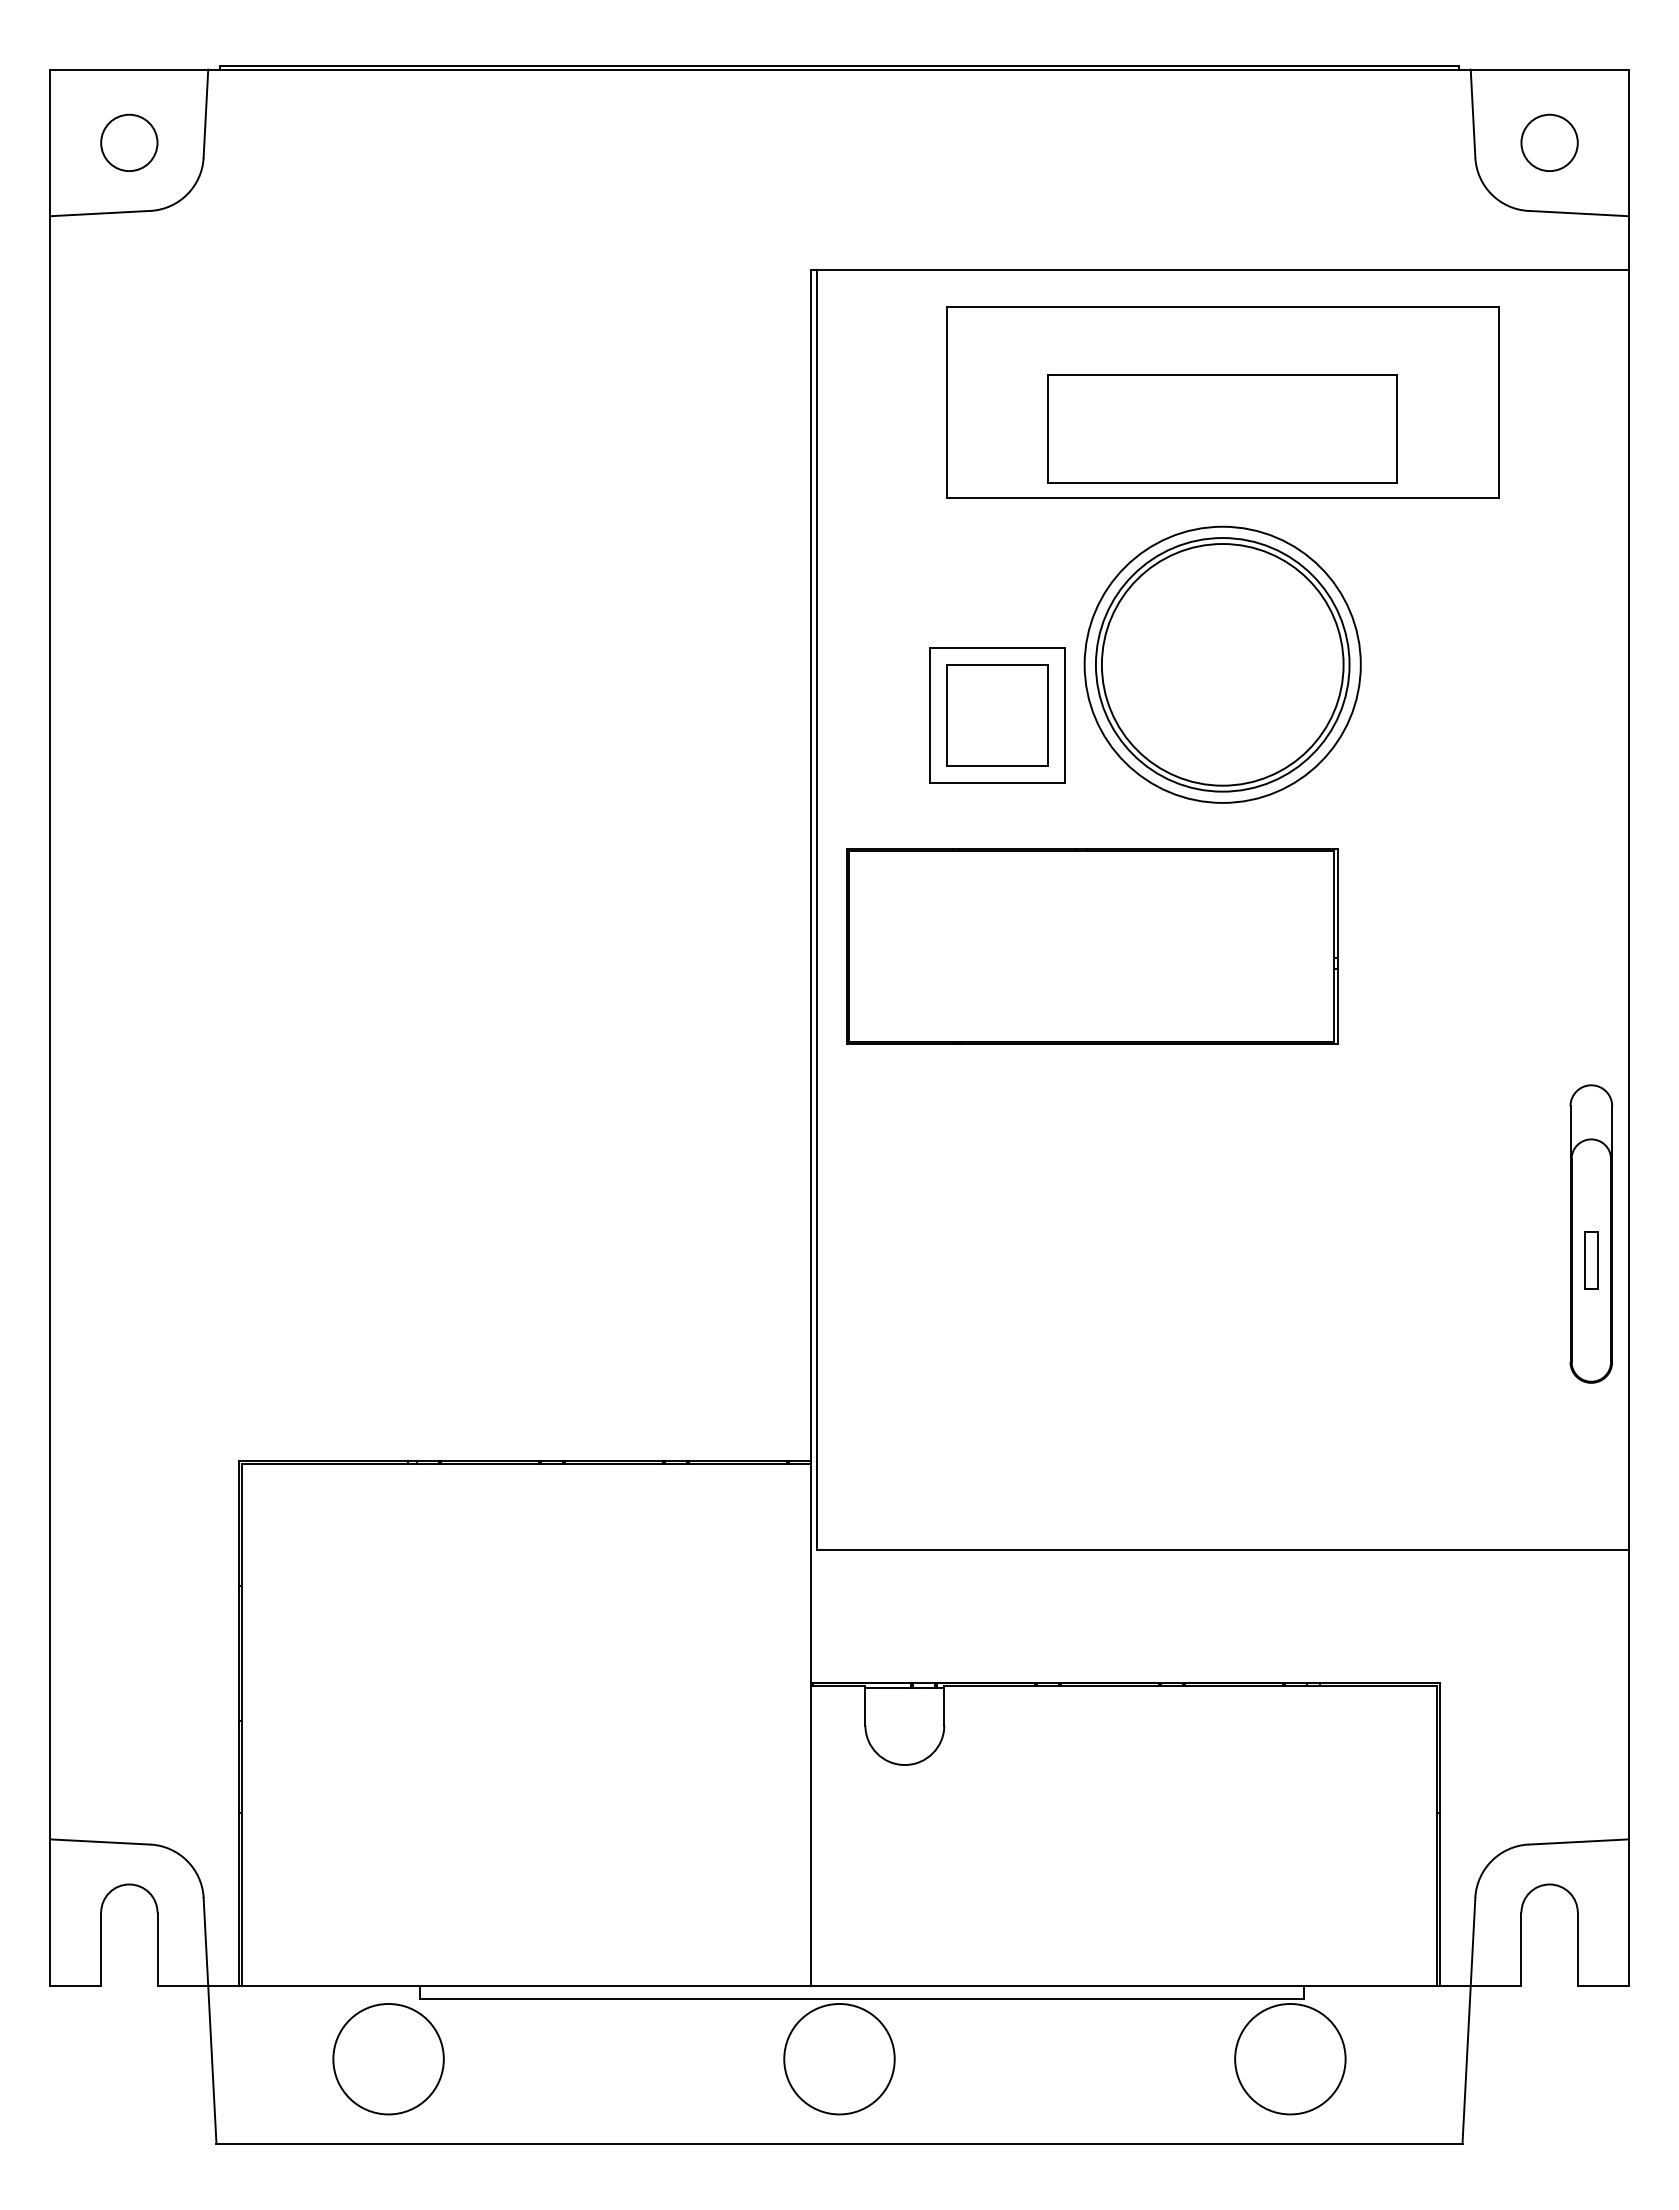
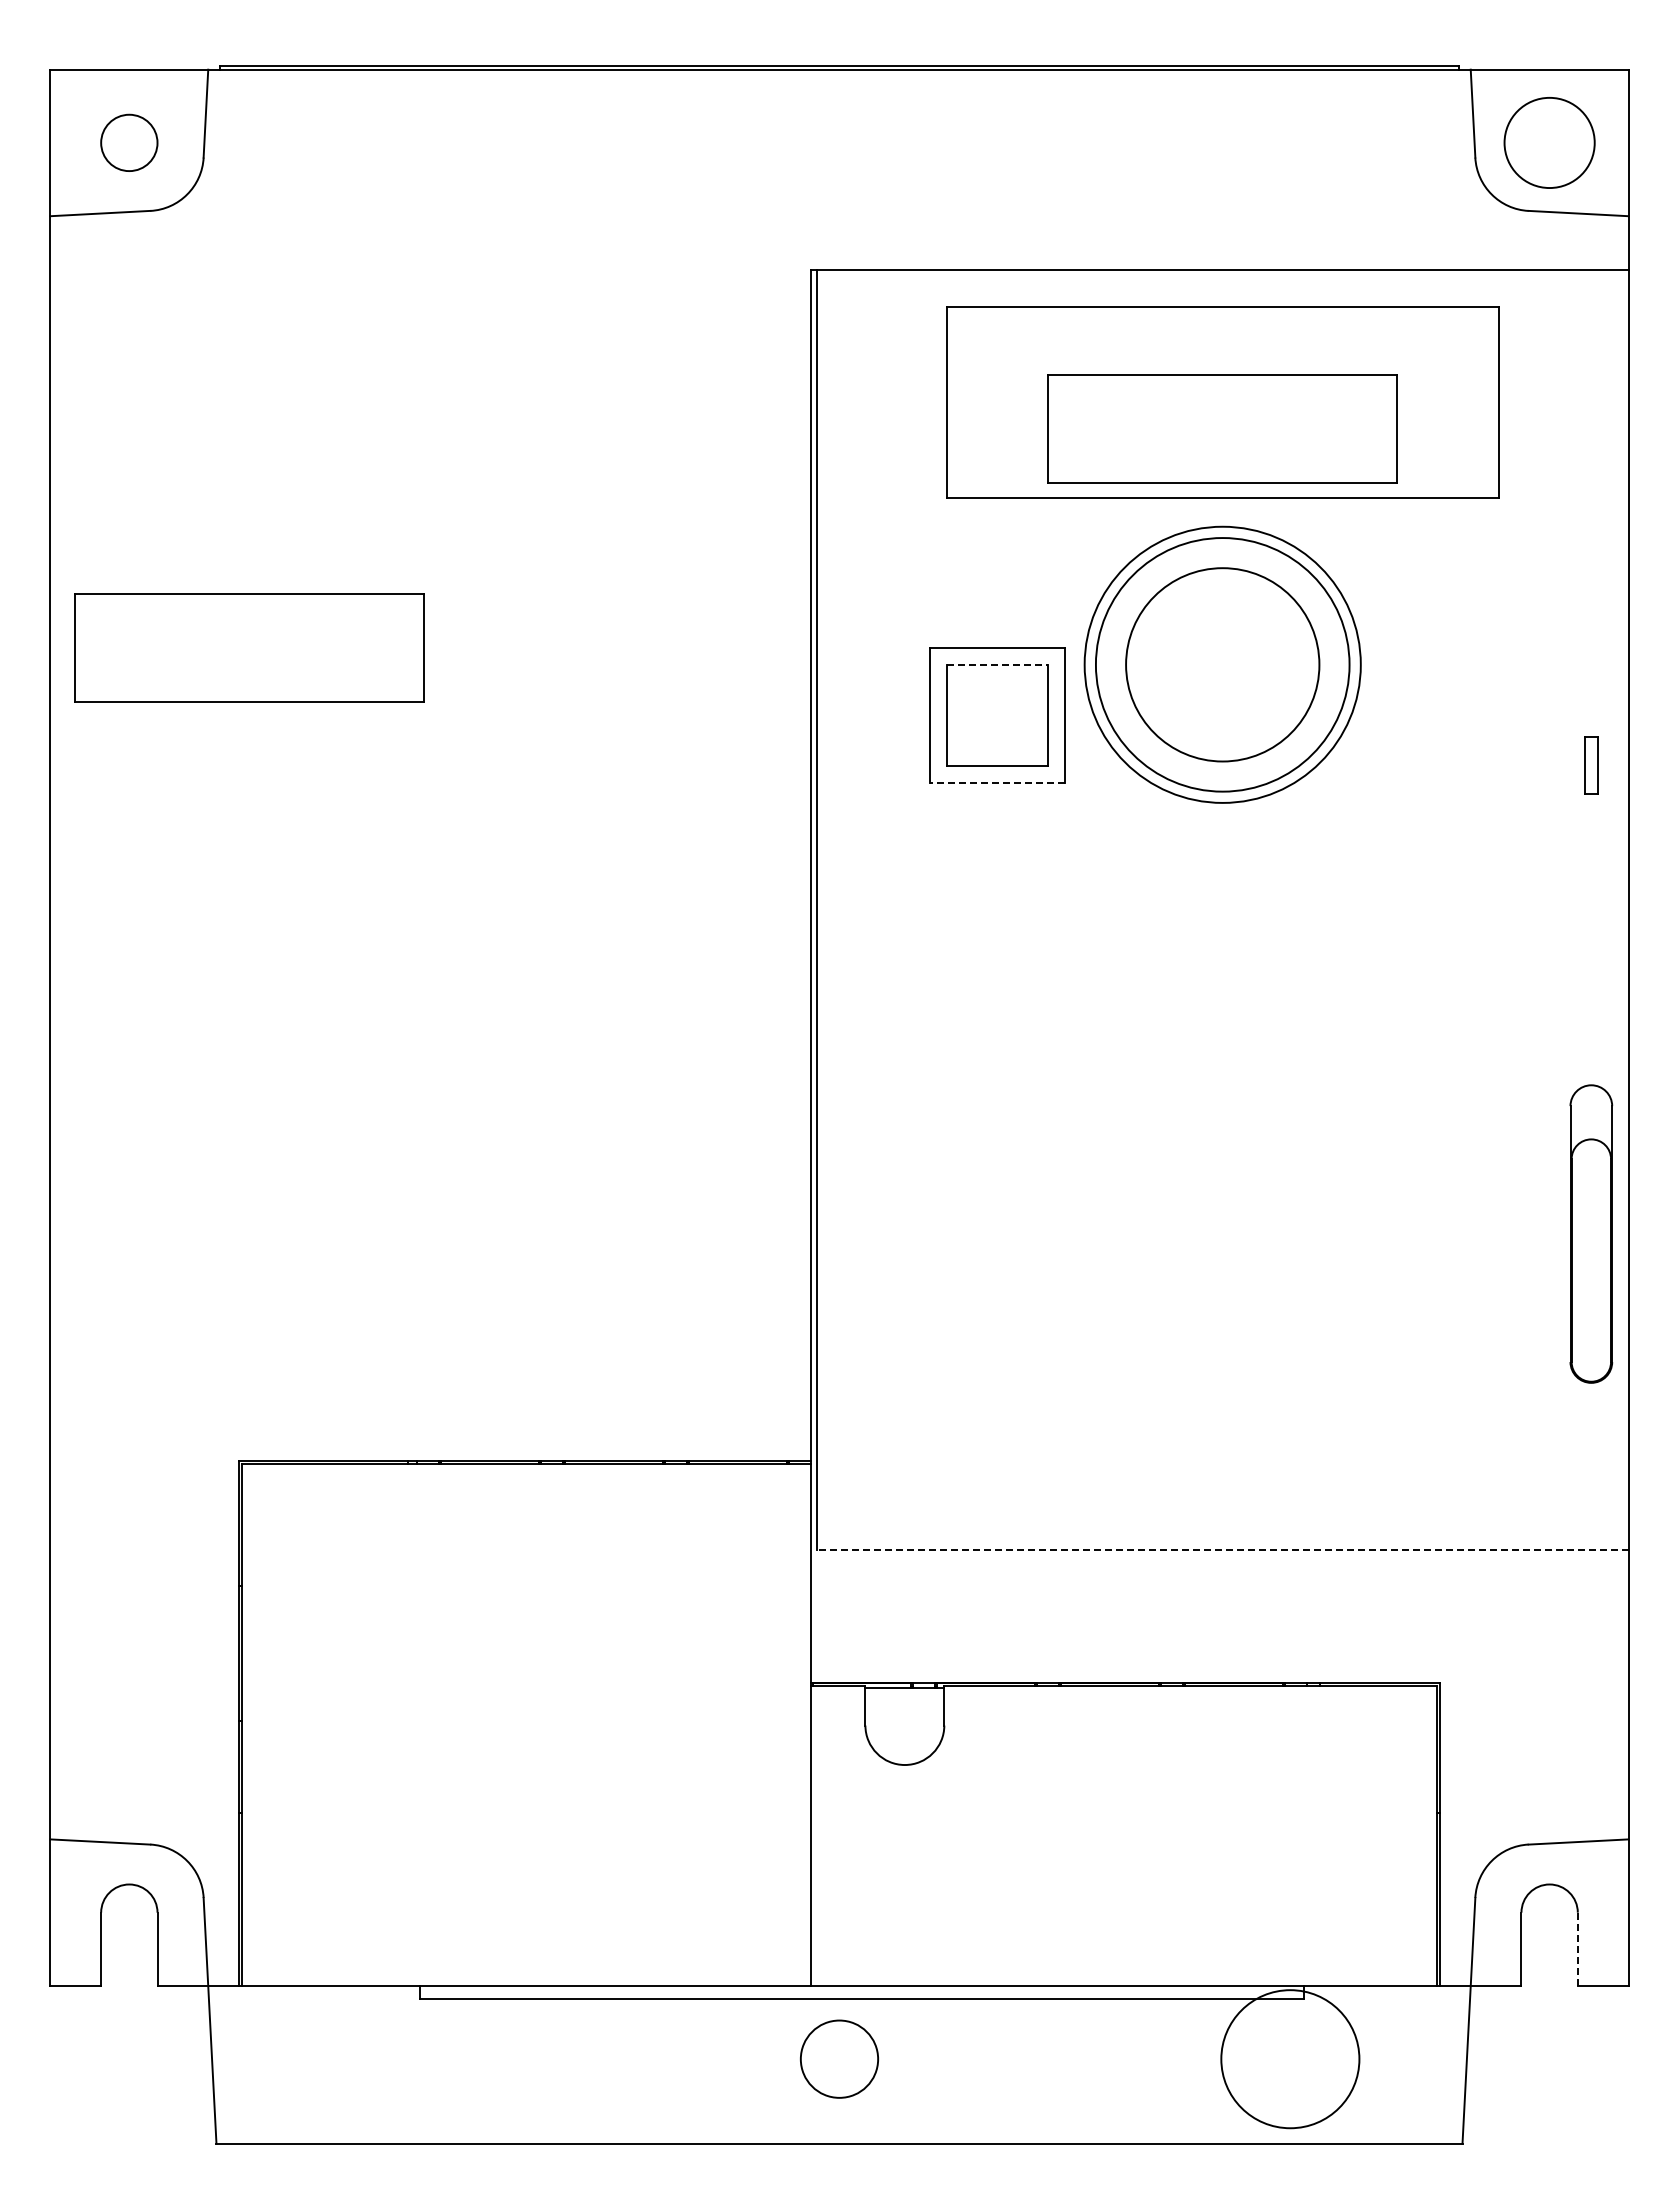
circle at (1549, 142) diameter: 56 px -> 90 px
part at (249, 647): none -> present
line at (997, 664): solid -> dashed
circle at (1222, 664) diameter: 242 px -> 193 px
line at (997, 783): solid -> dashed
part at (1092, 946): present -> none
part at (1591, 1260) position: (1591, 1260) -> (1591, 765)
line at (1222, 1549): solid -> dashed
line at (1577, 1949): solid -> dashed
circle at (839, 2058) diameter: 110 px -> 77 px
circle at (1290, 2058) diameter: 110 px -> 138 px
circle at (388, 2059): present -> none
